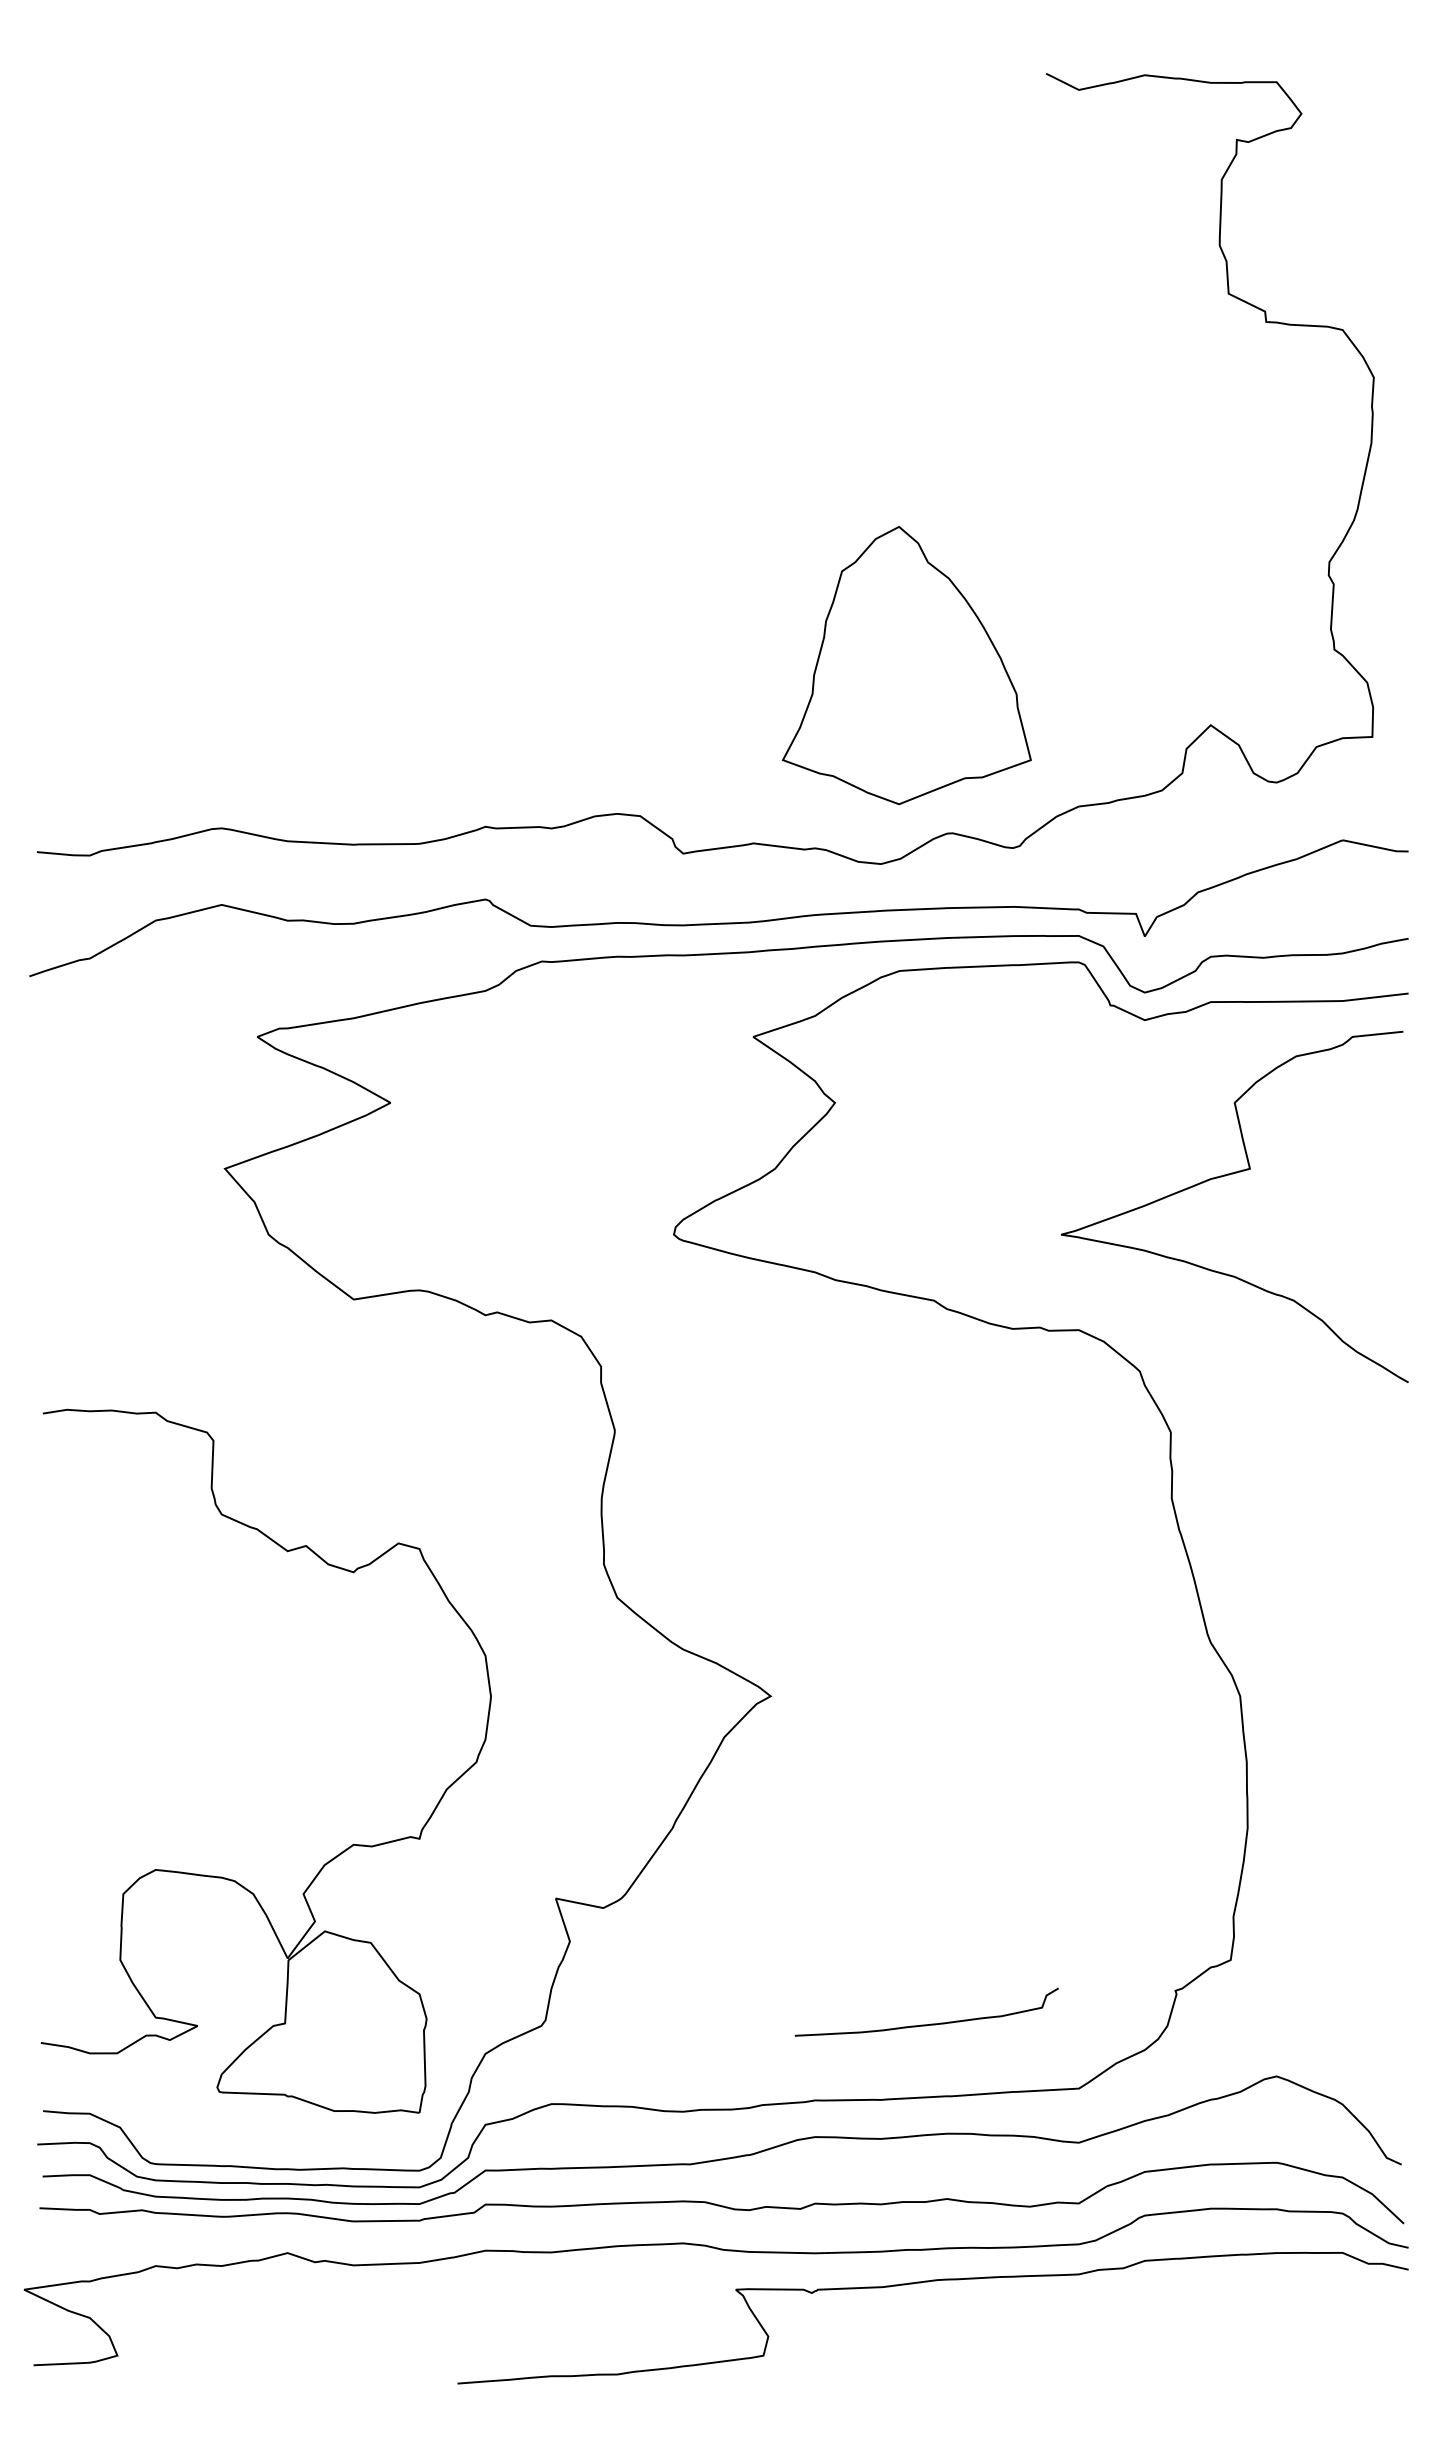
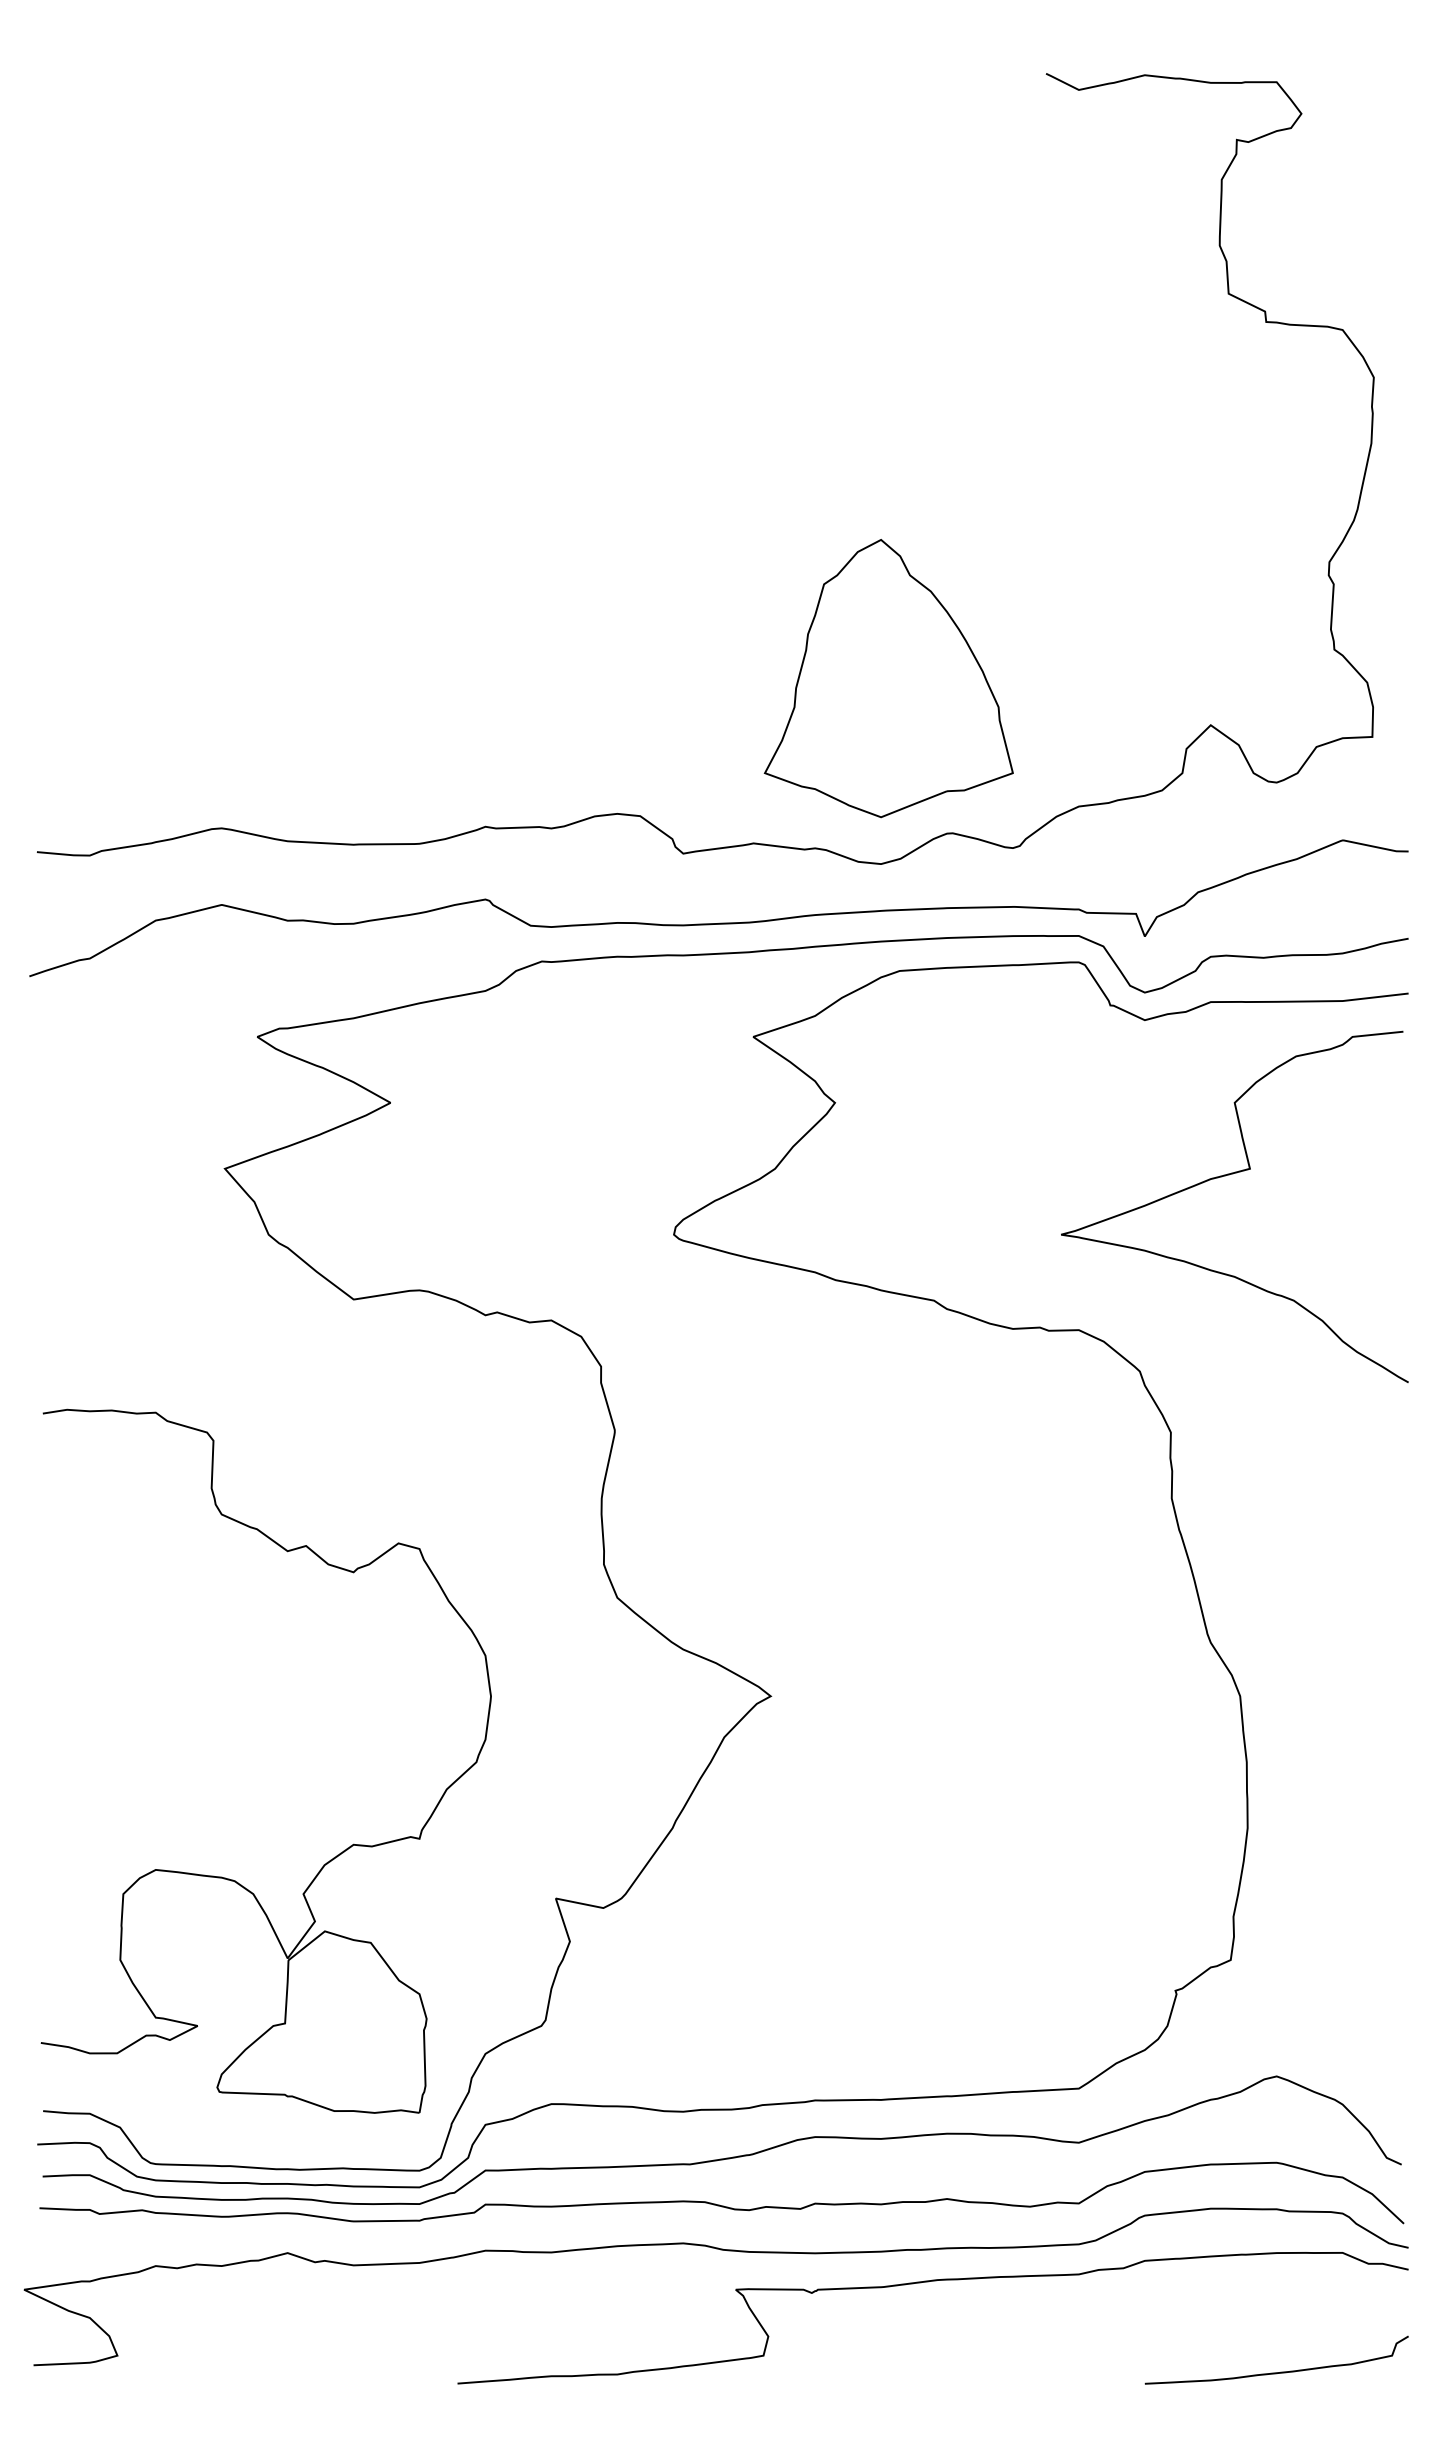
part at (906, 665) position: (906, 665) -> (888, 678)
curve at (930, 2023) position: (930, 2023) -> (1280, 2371)
